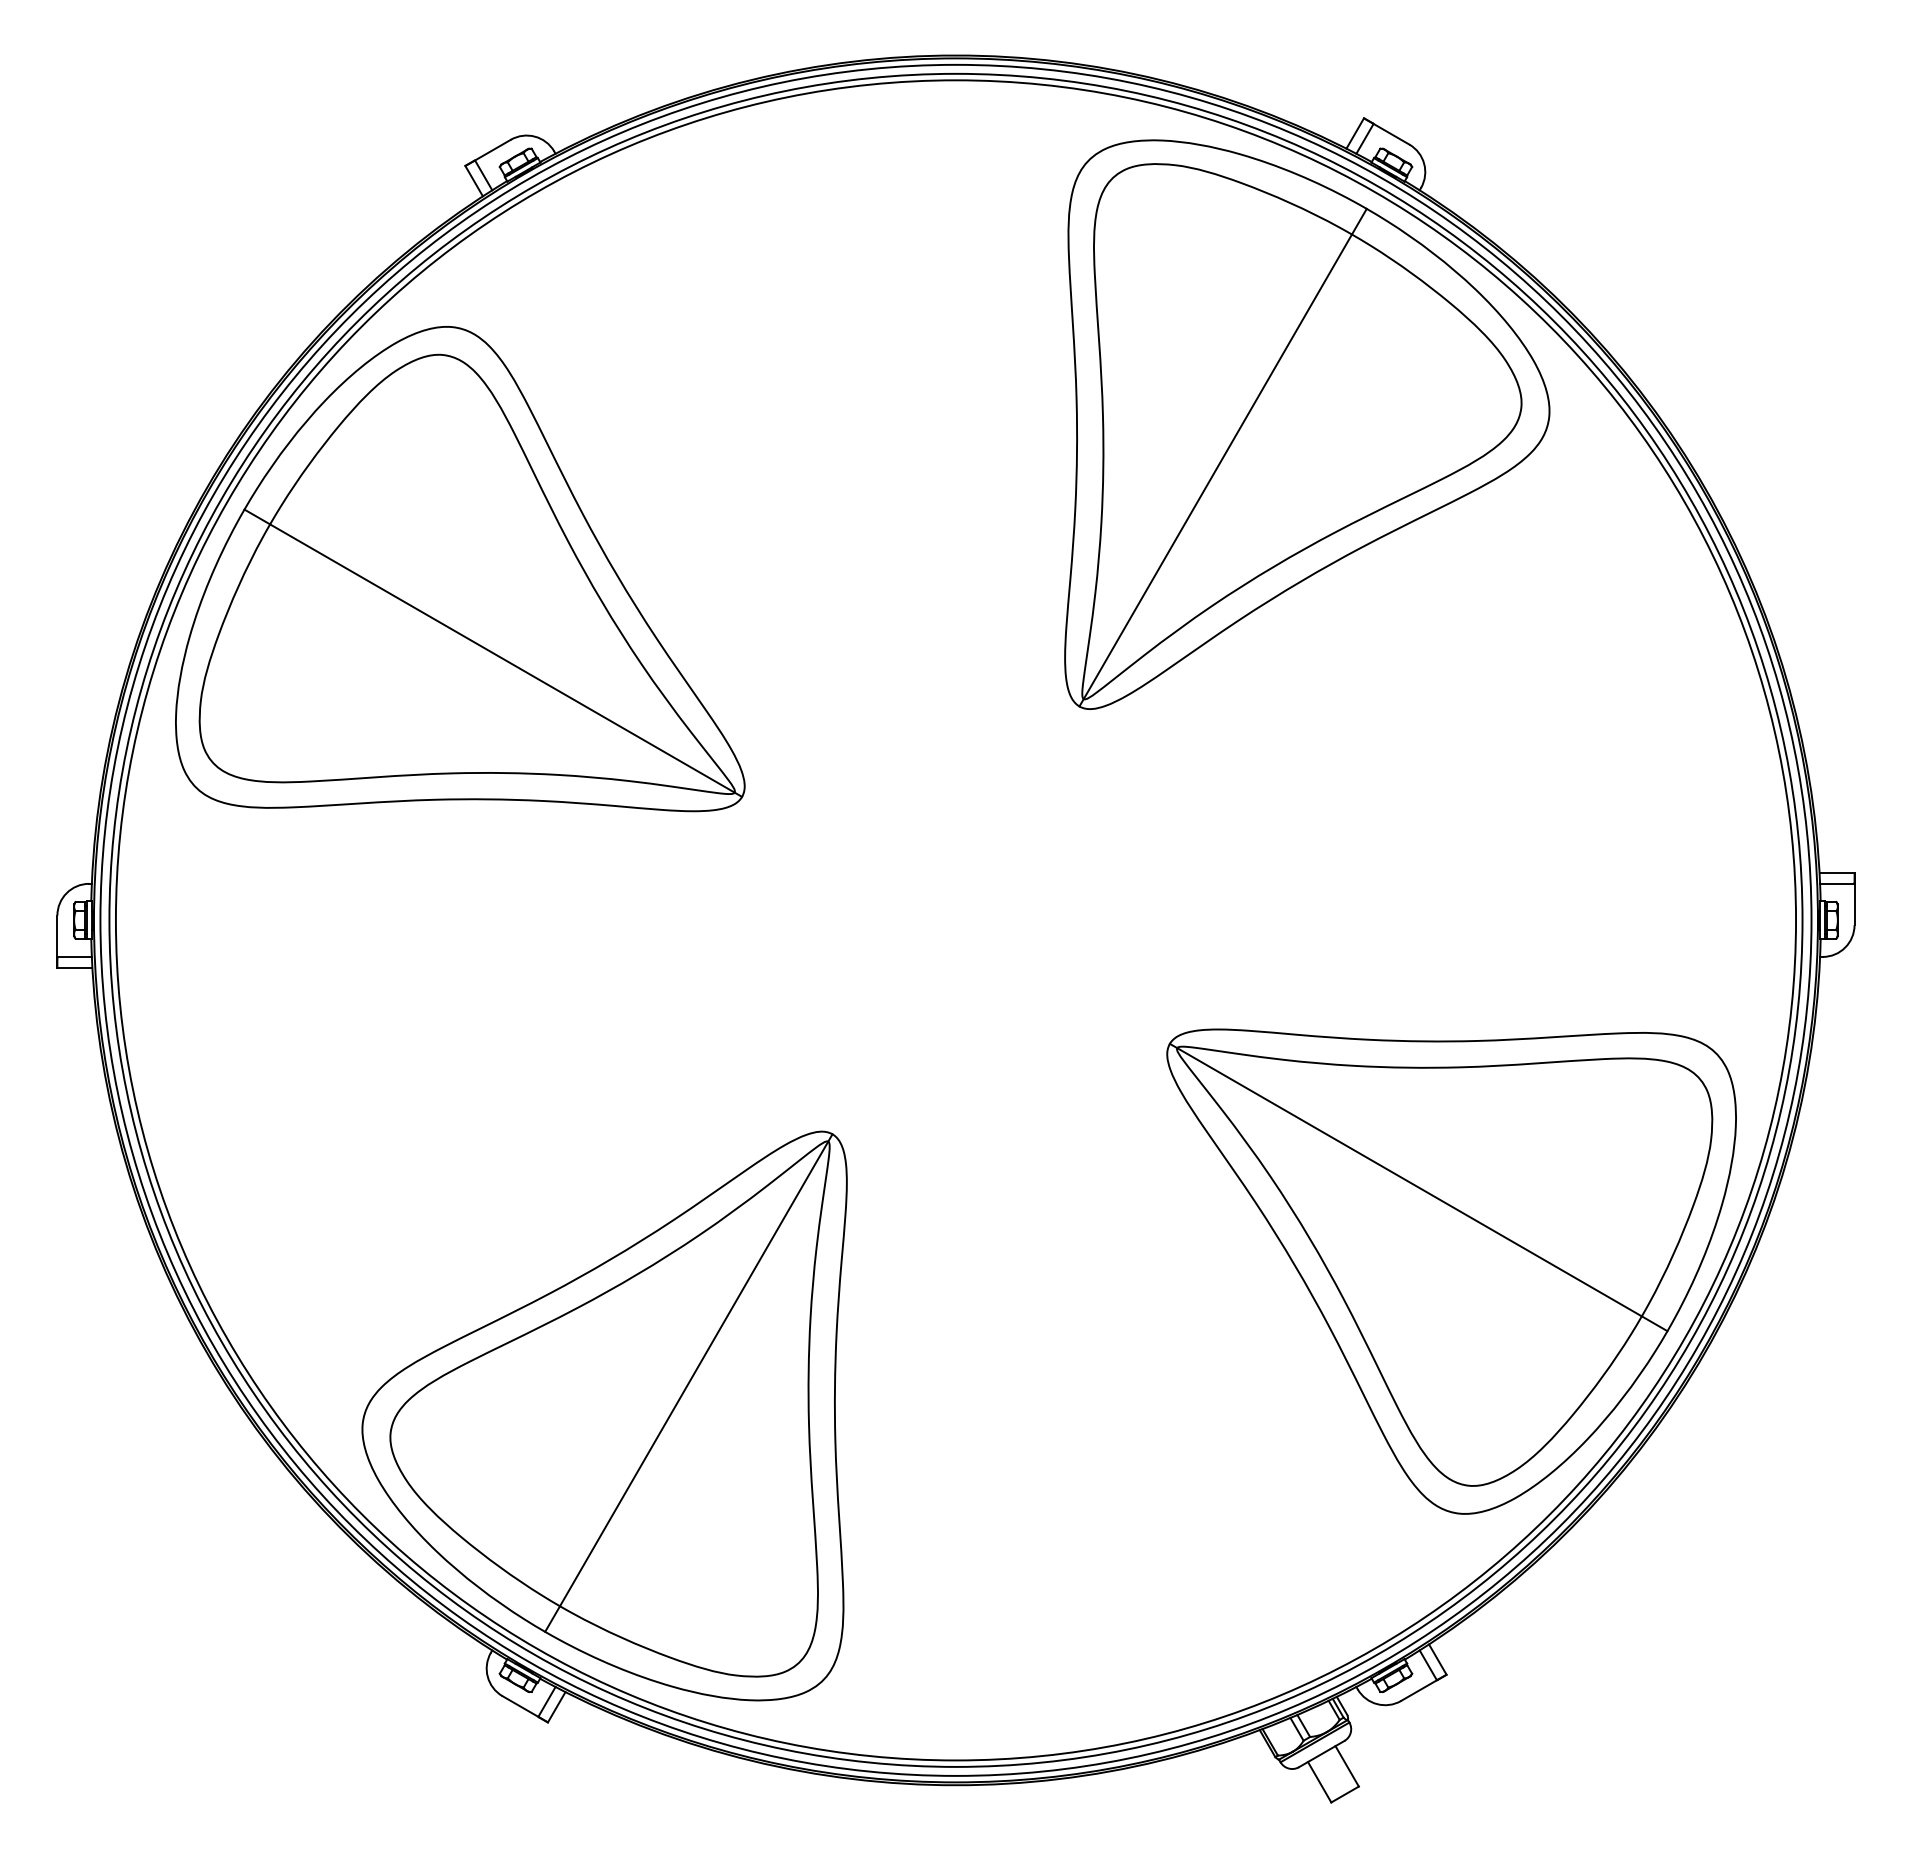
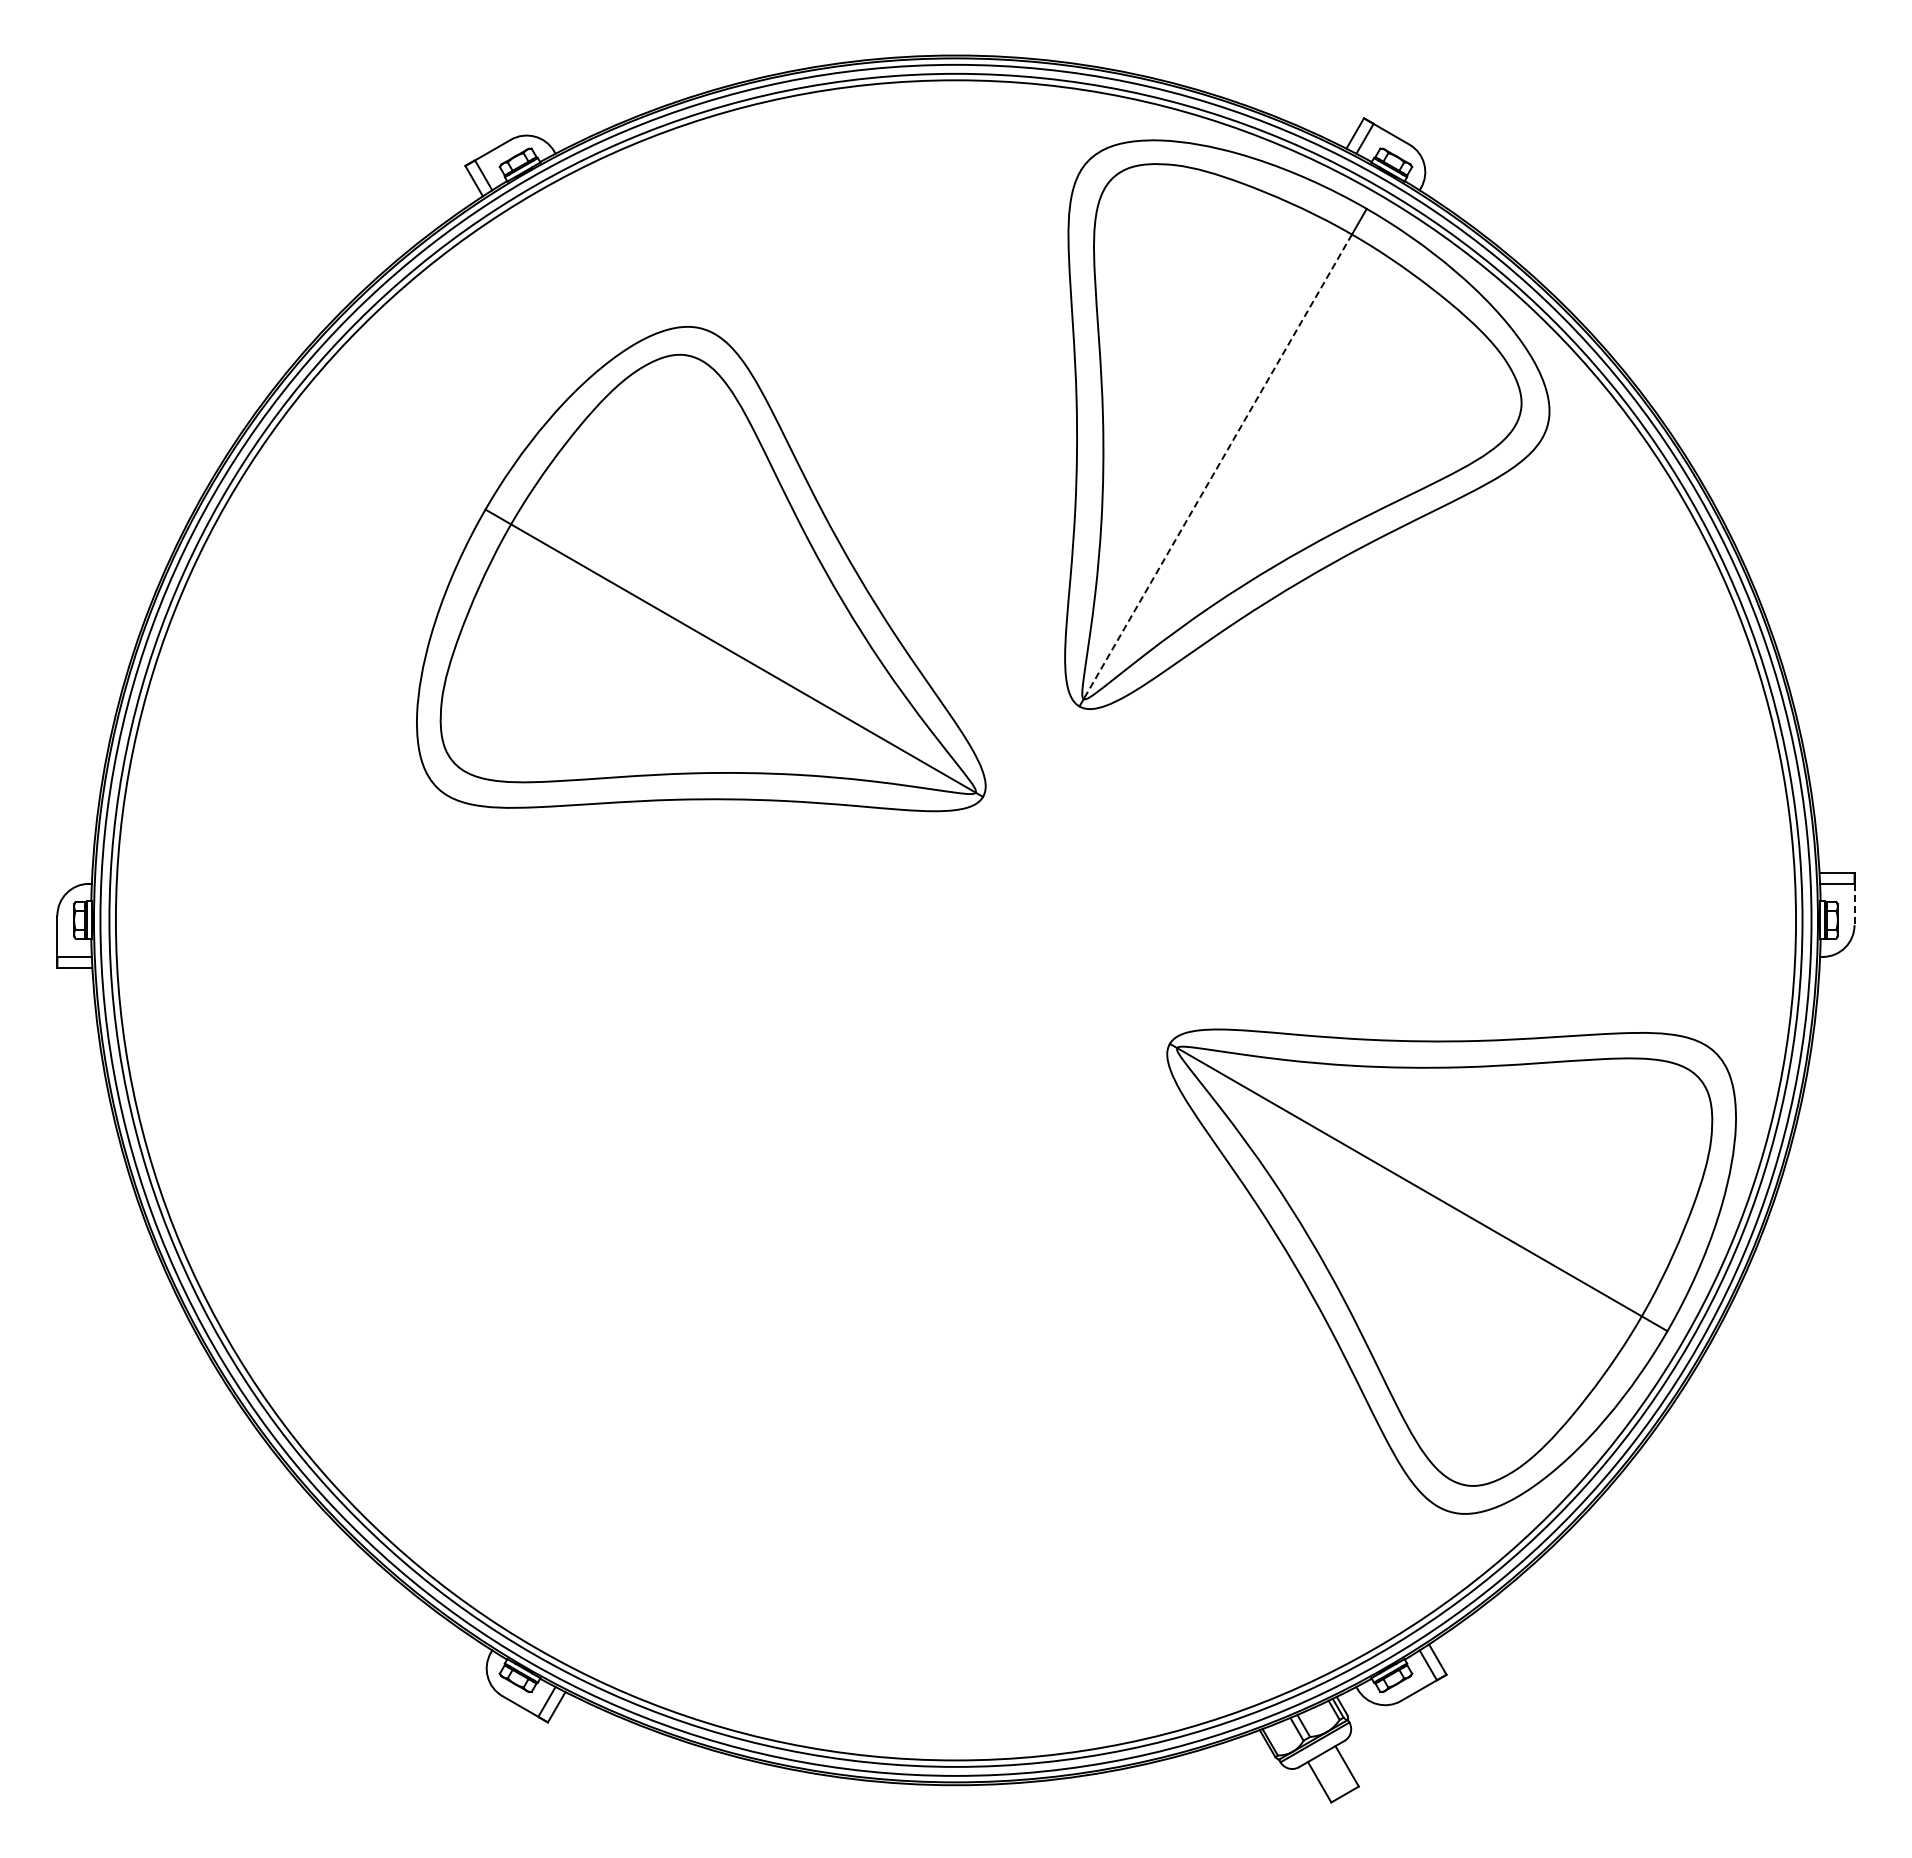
line at (1217, 467): solid -> dashed
part at (460, 569) position: (460, 569) -> (701, 569)
line at (1854, 904): solid -> dashed
part at (604, 1415): present -> none
